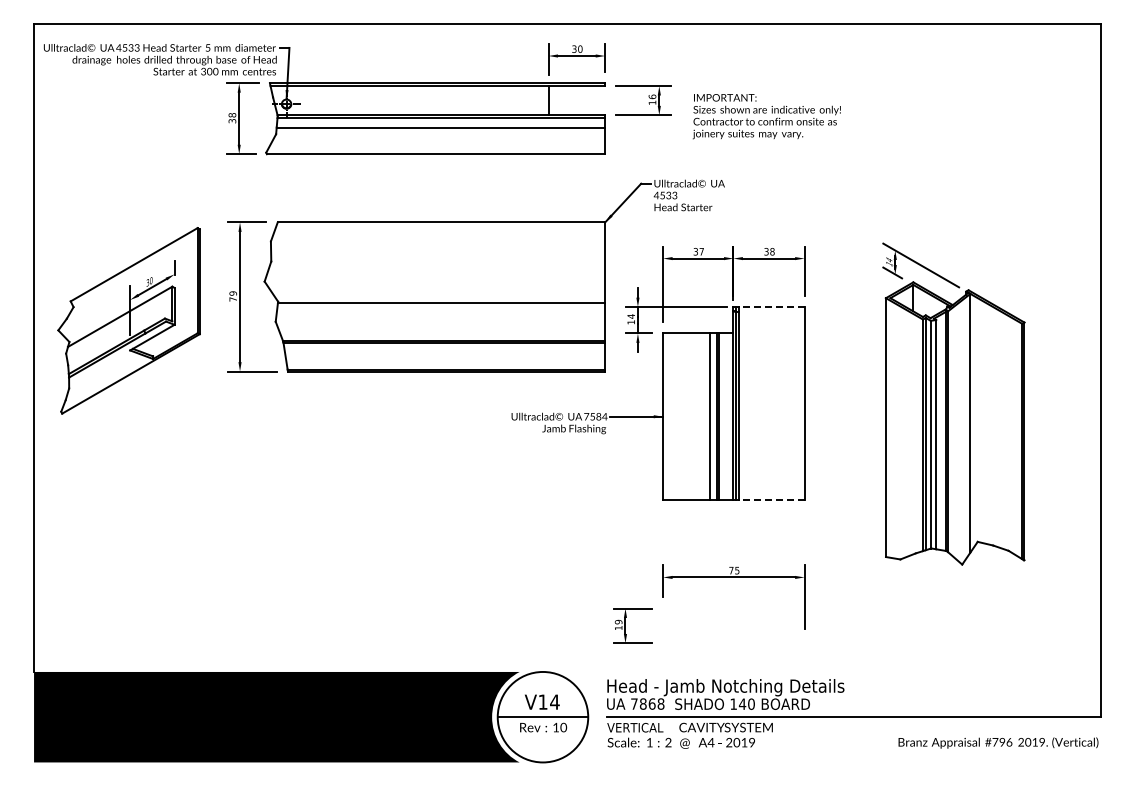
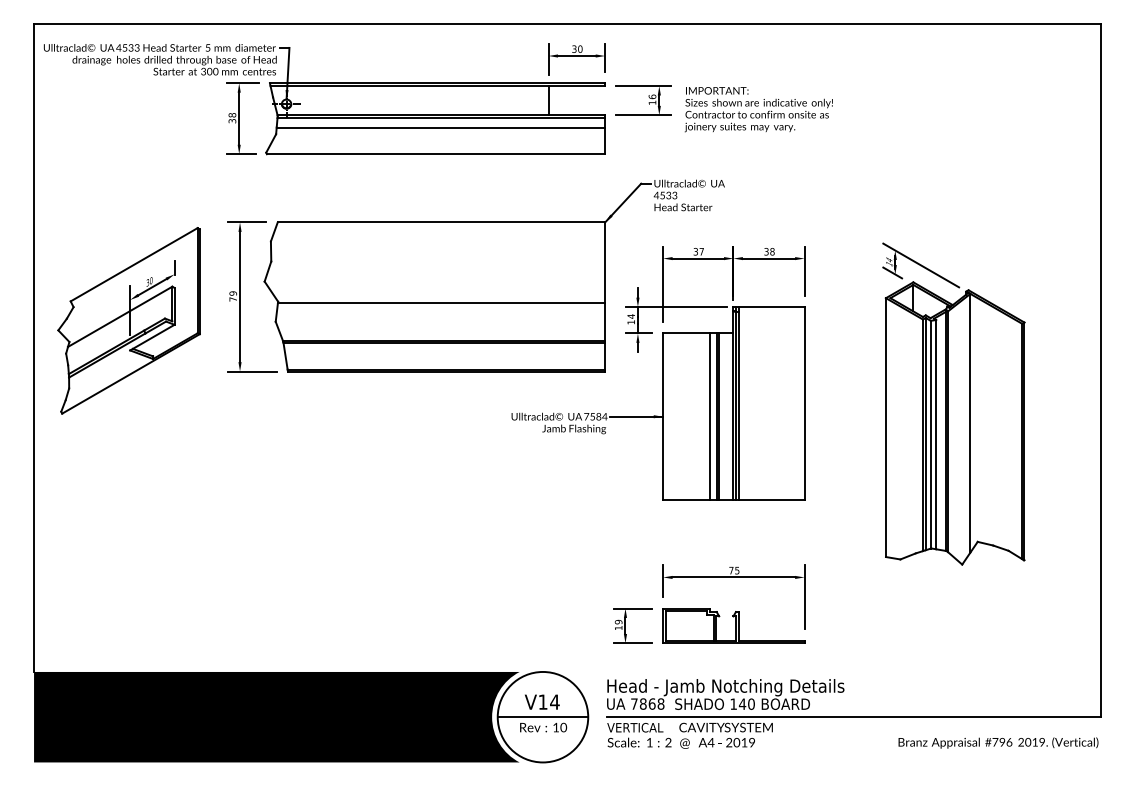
text at (766, 116) position: (766, 116) -> (758, 109)
line at (771, 307): dashed -> solid
line at (771, 499): dashed -> solid
part at (733, 625): none -> present
